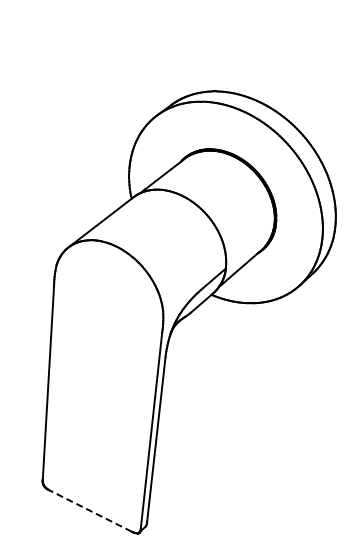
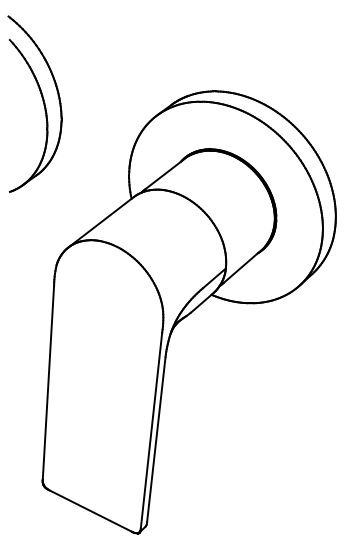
part at (42, 101): none -> present
line at (90, 510): dashed -> solid
